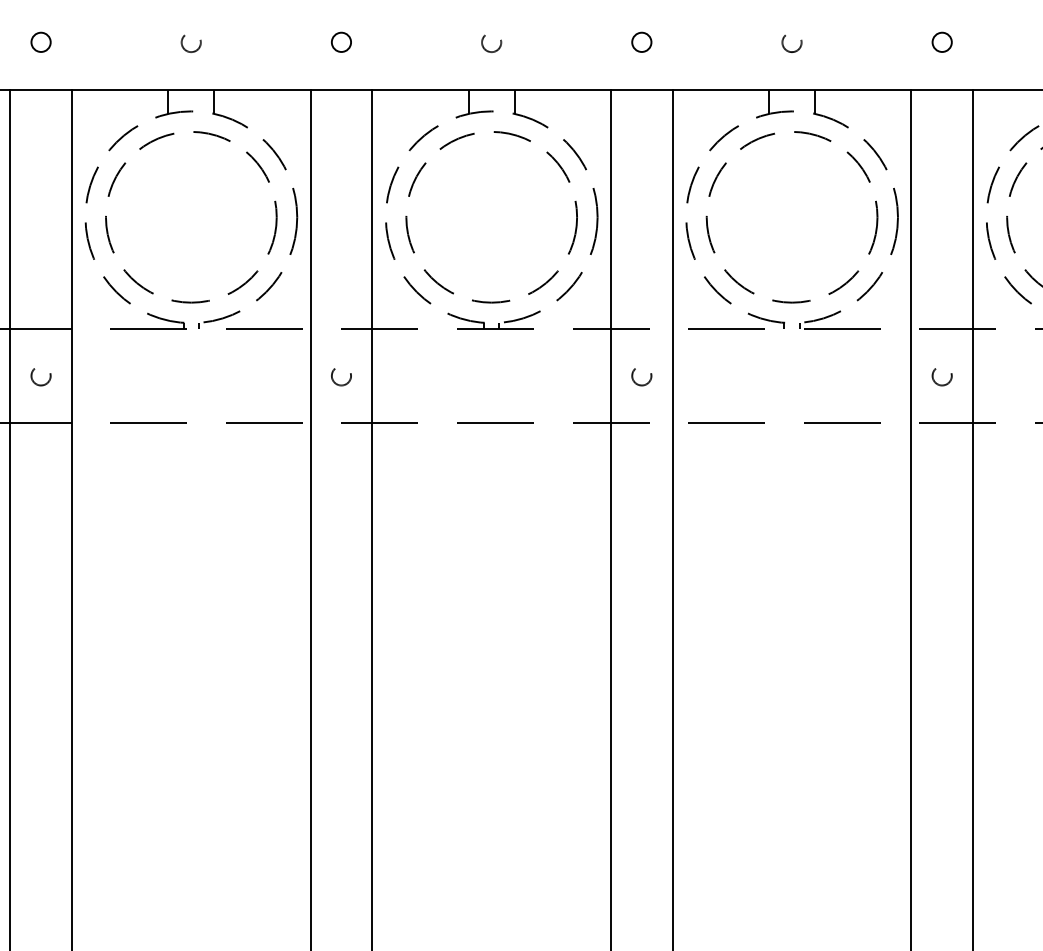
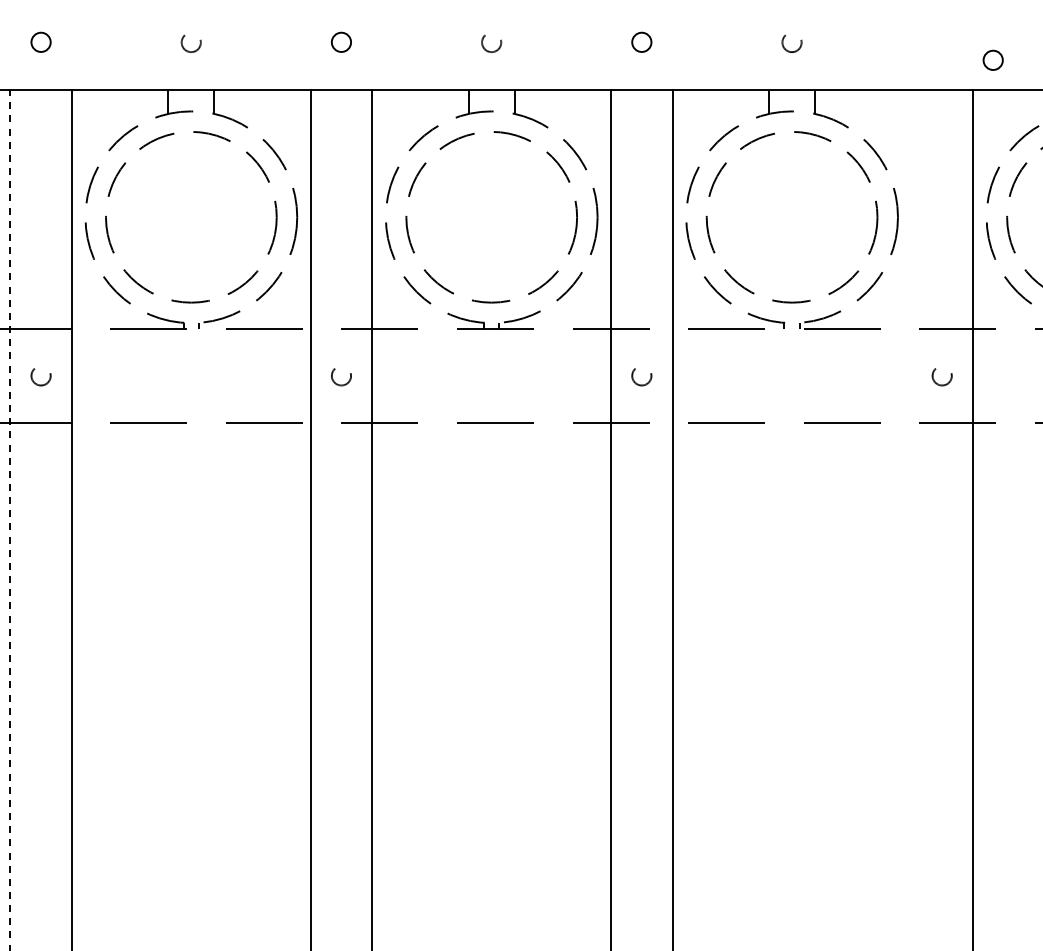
circle at (941, 41) position: (941, 41) -> (992, 59)
line at (911, 518): present -> none
line at (10, 519): solid -> dashed
